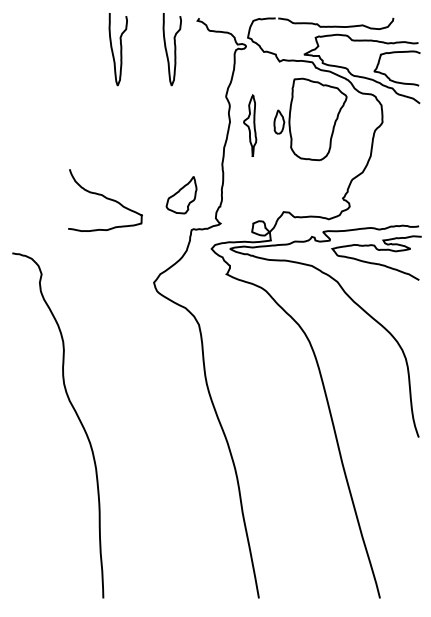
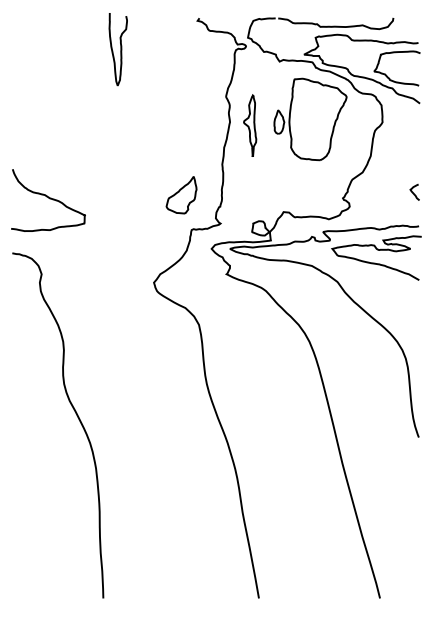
curve at (174, 49): present -> none
curve at (413, 192): none -> present
curve at (106, 199) position: (106, 199) -> (49, 199)
